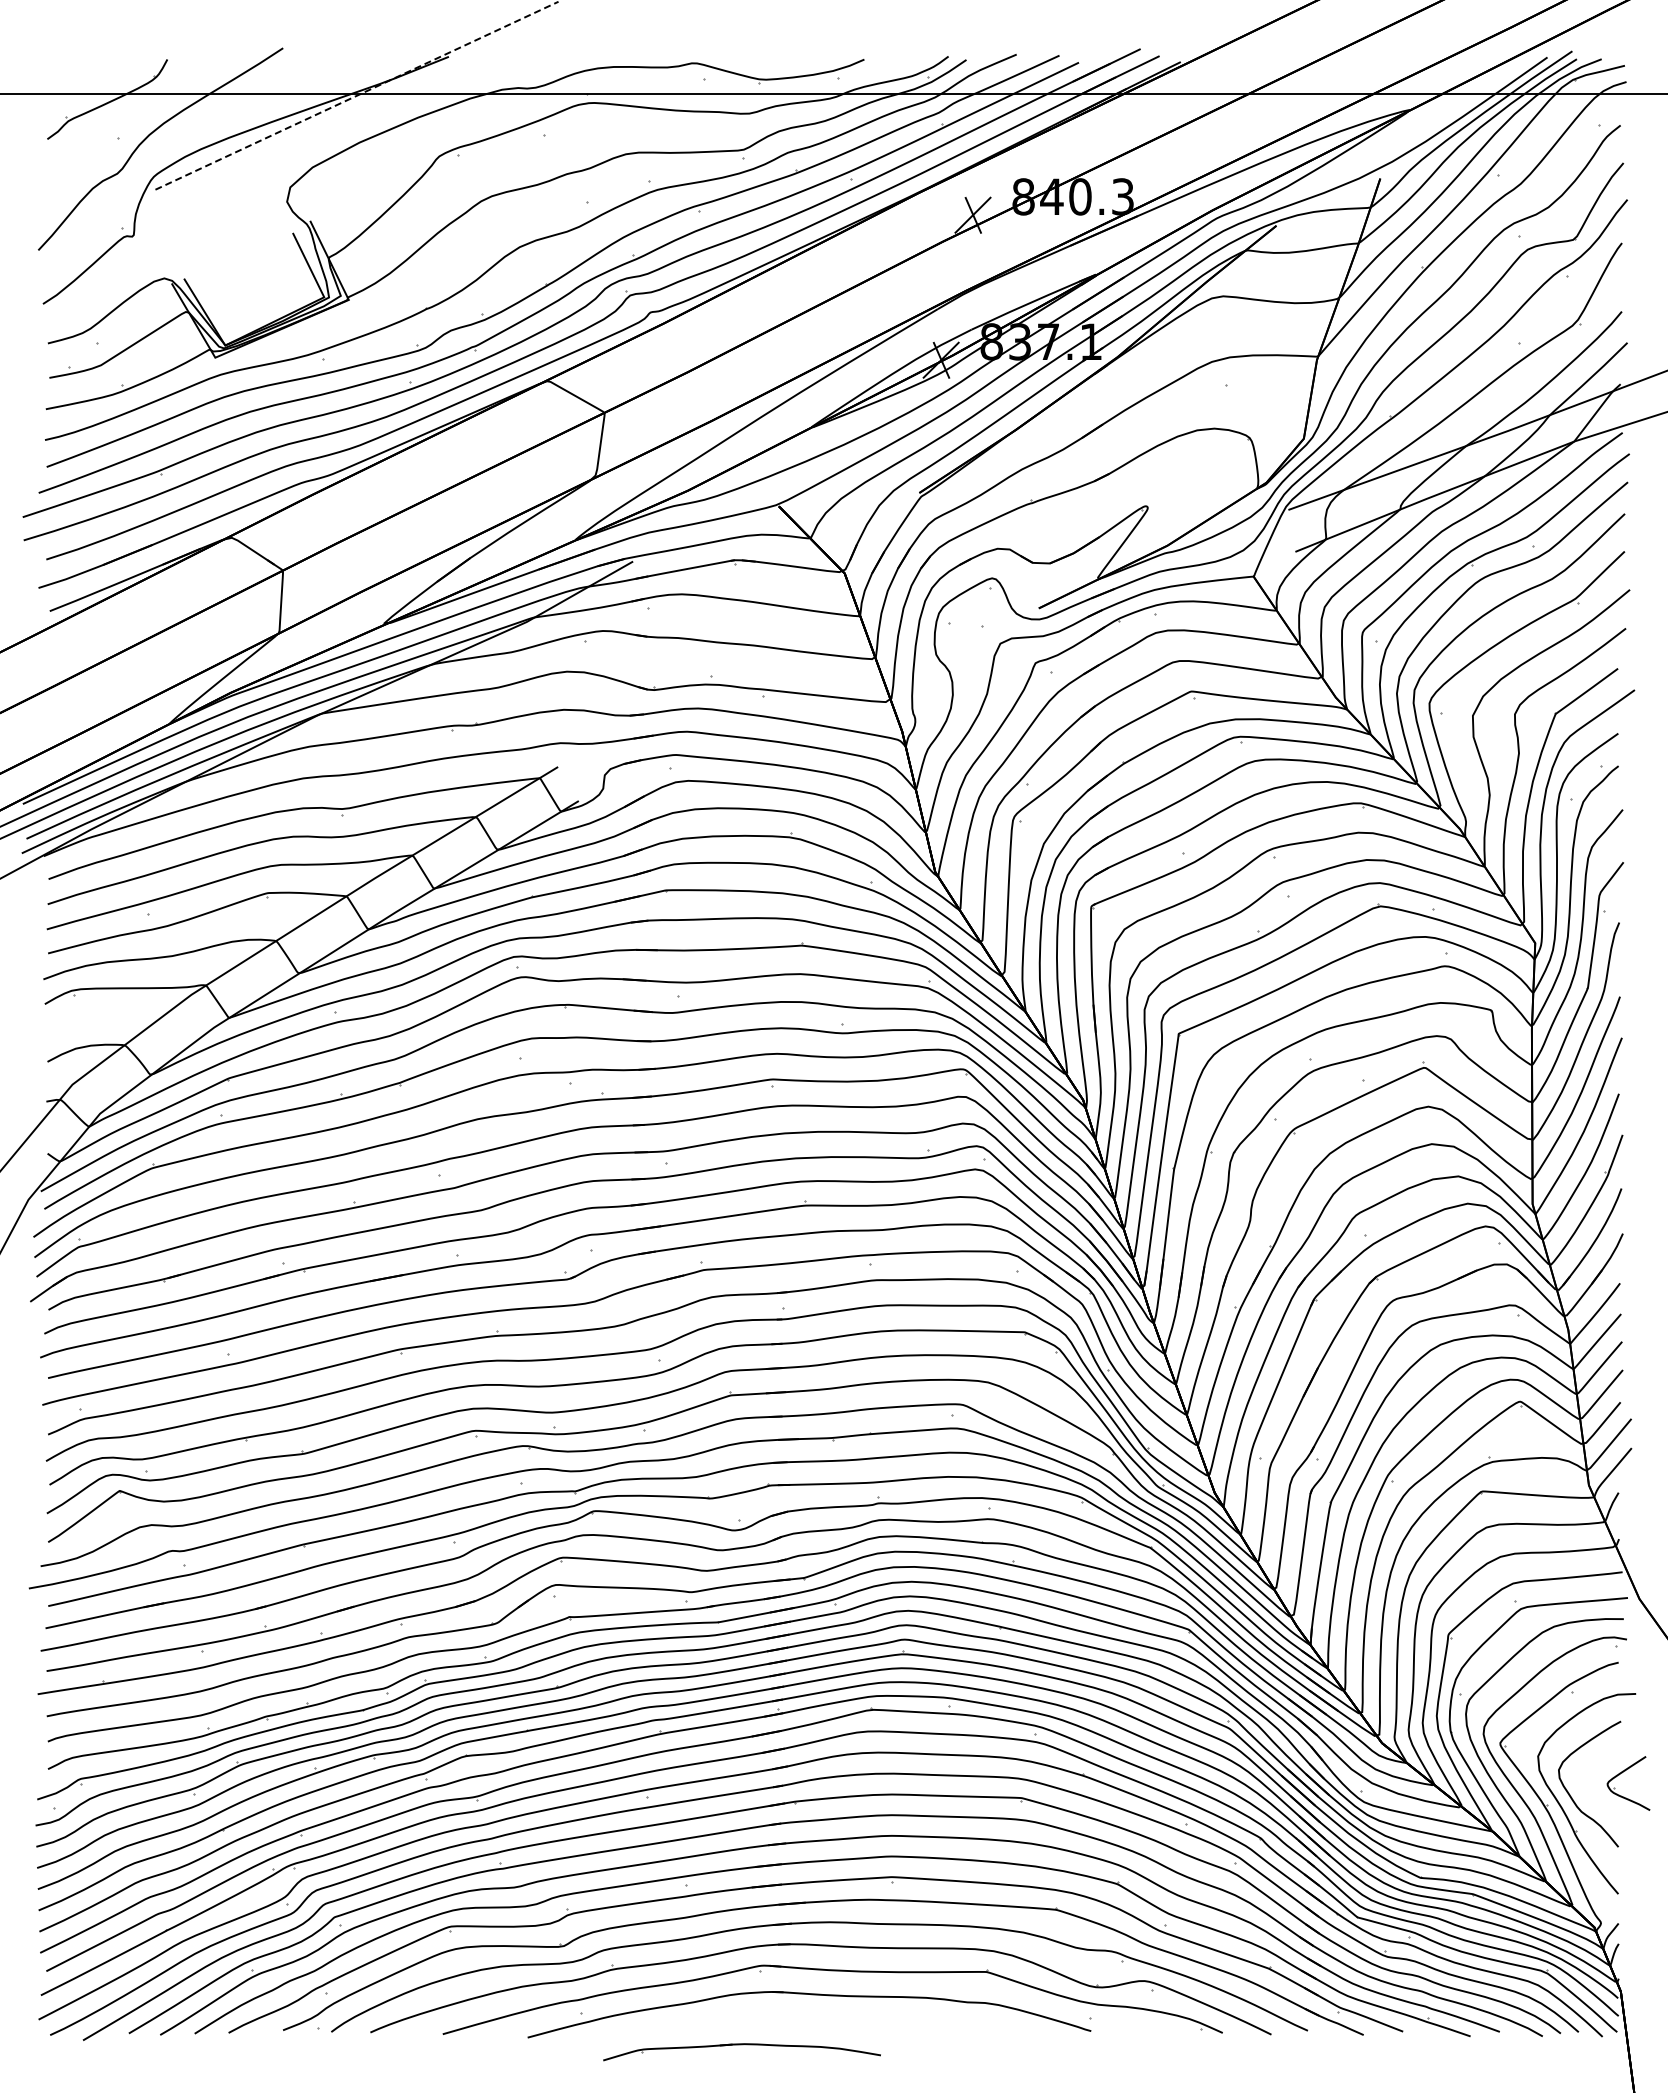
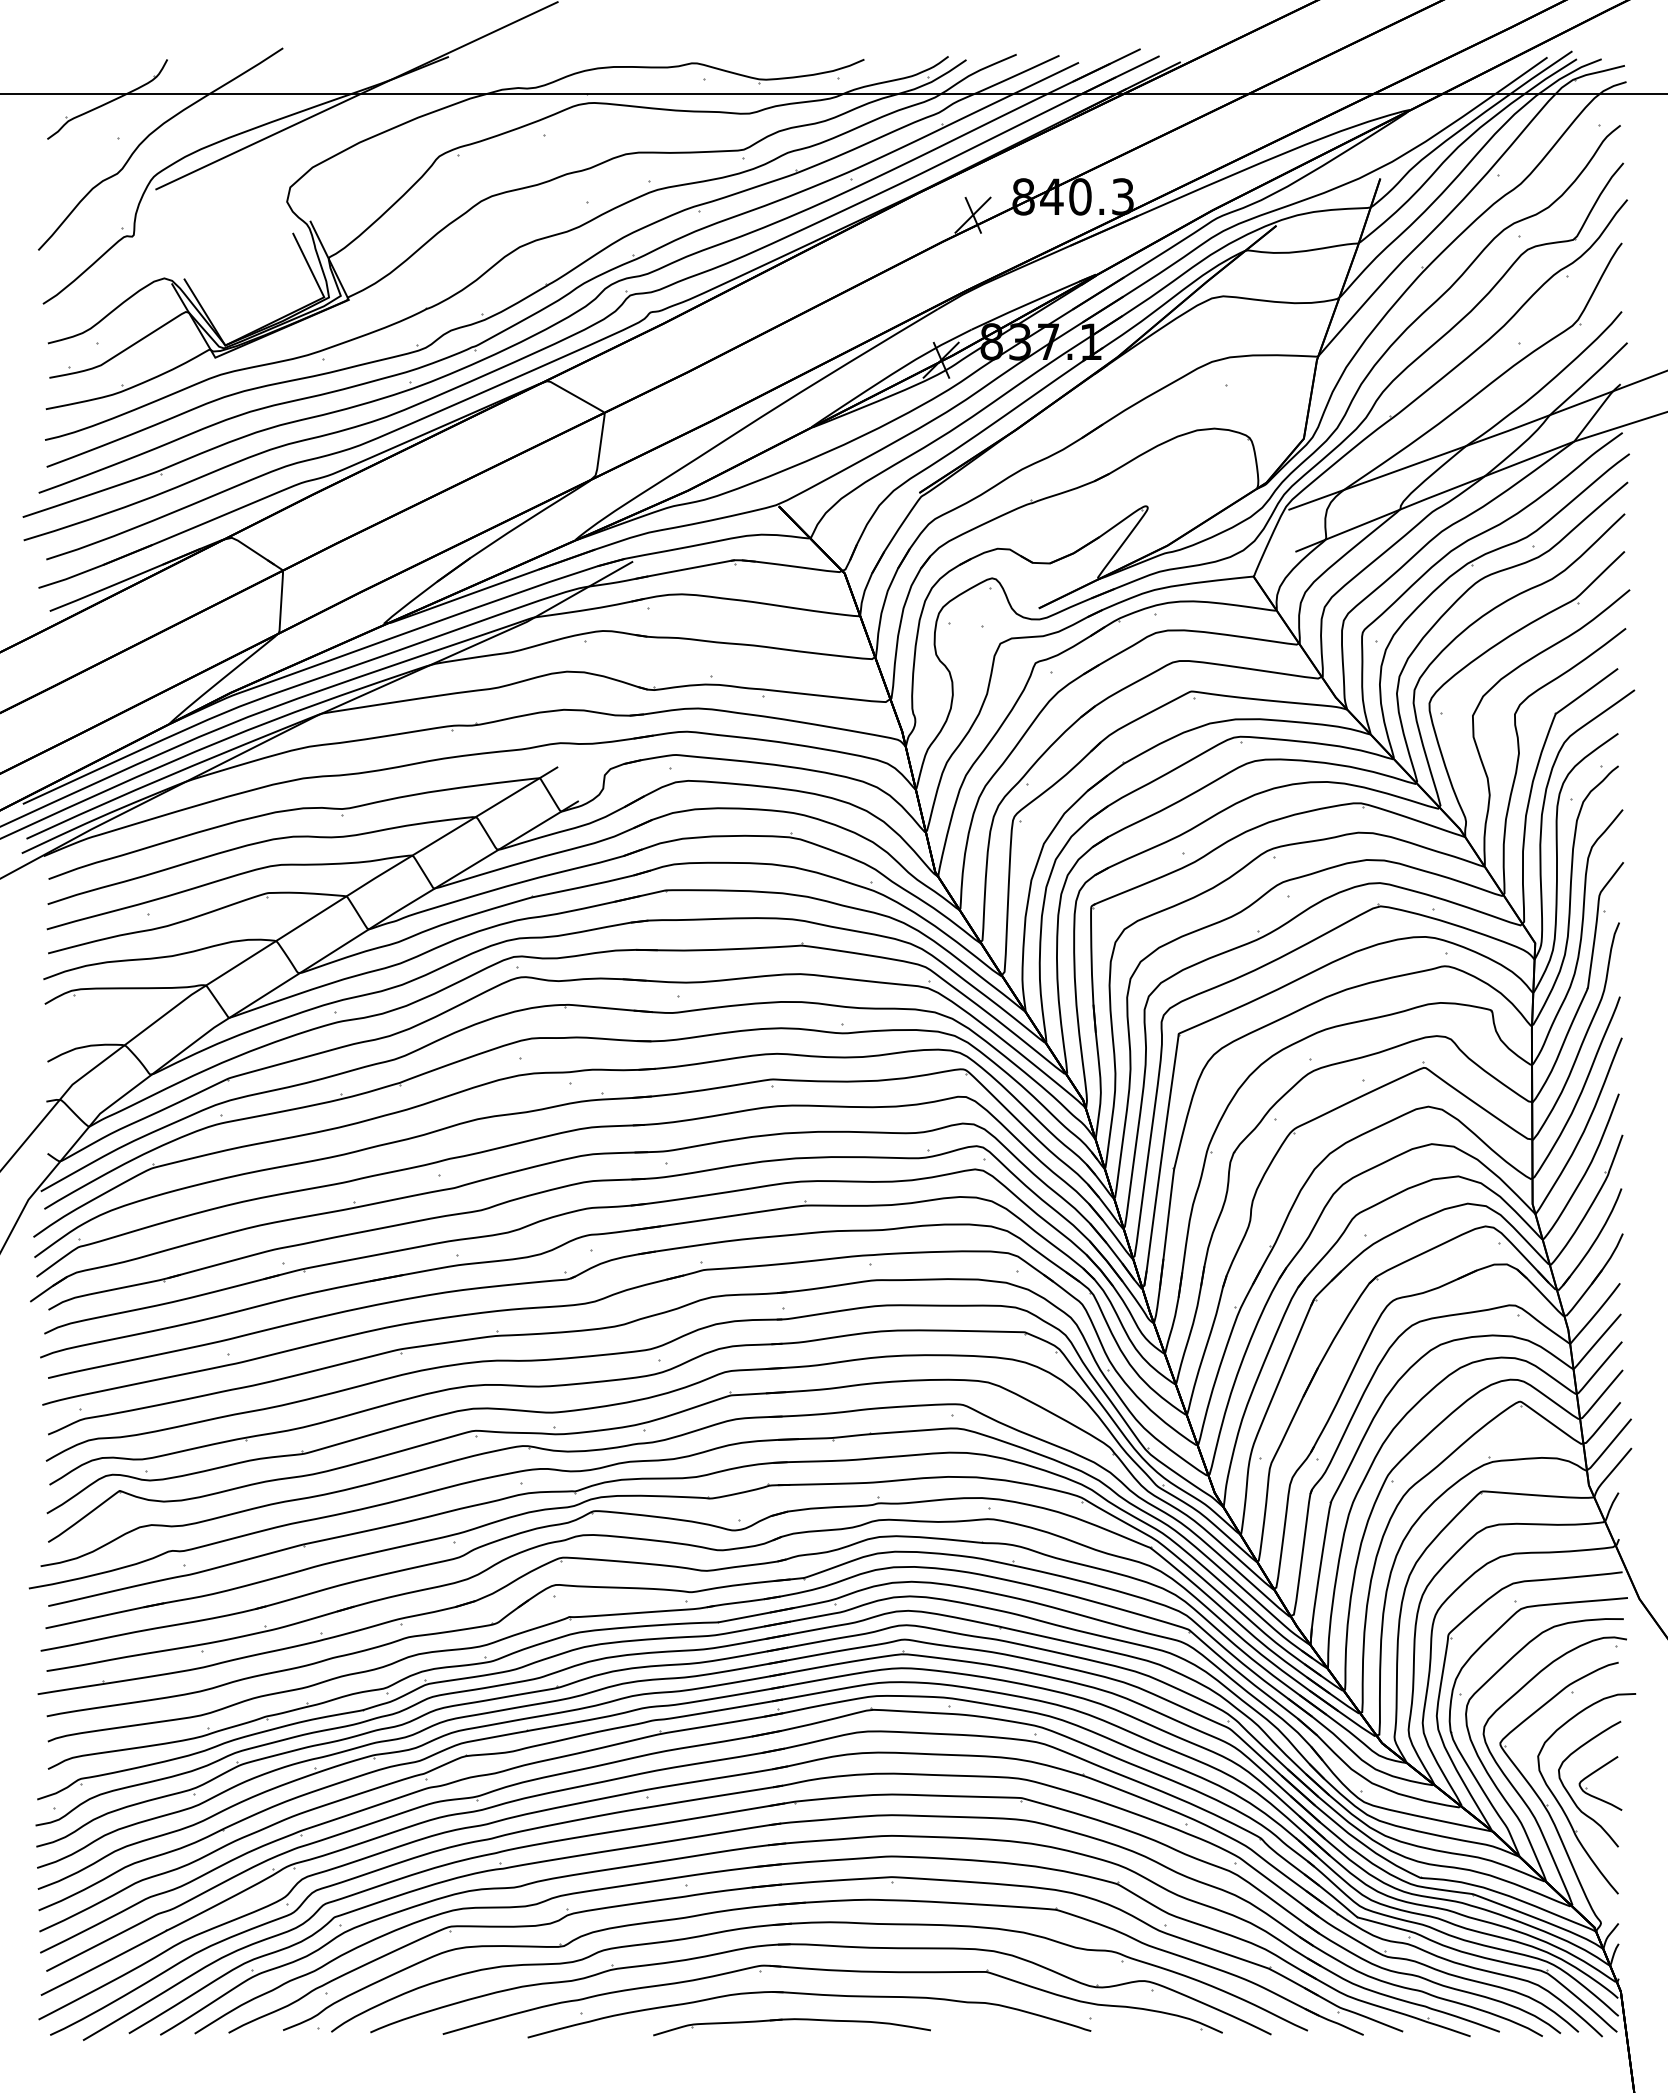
line at (357, 95): dashed -> solid
part at (1622, 1773) position: (1622, 1773) -> (1594, 1773)
part at (741, 2045) position: (741, 2045) -> (791, 2020)
